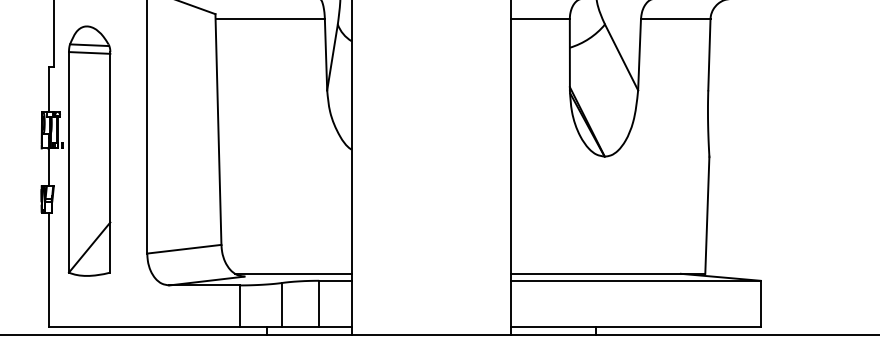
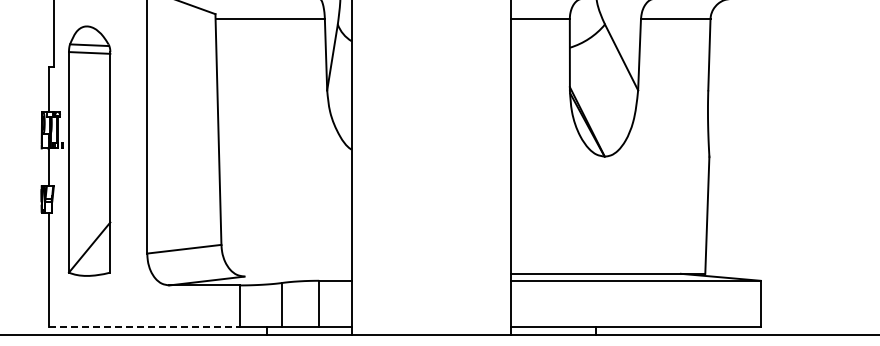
line at (292, 273): present -> none
line at (144, 326): solid -> dashed
